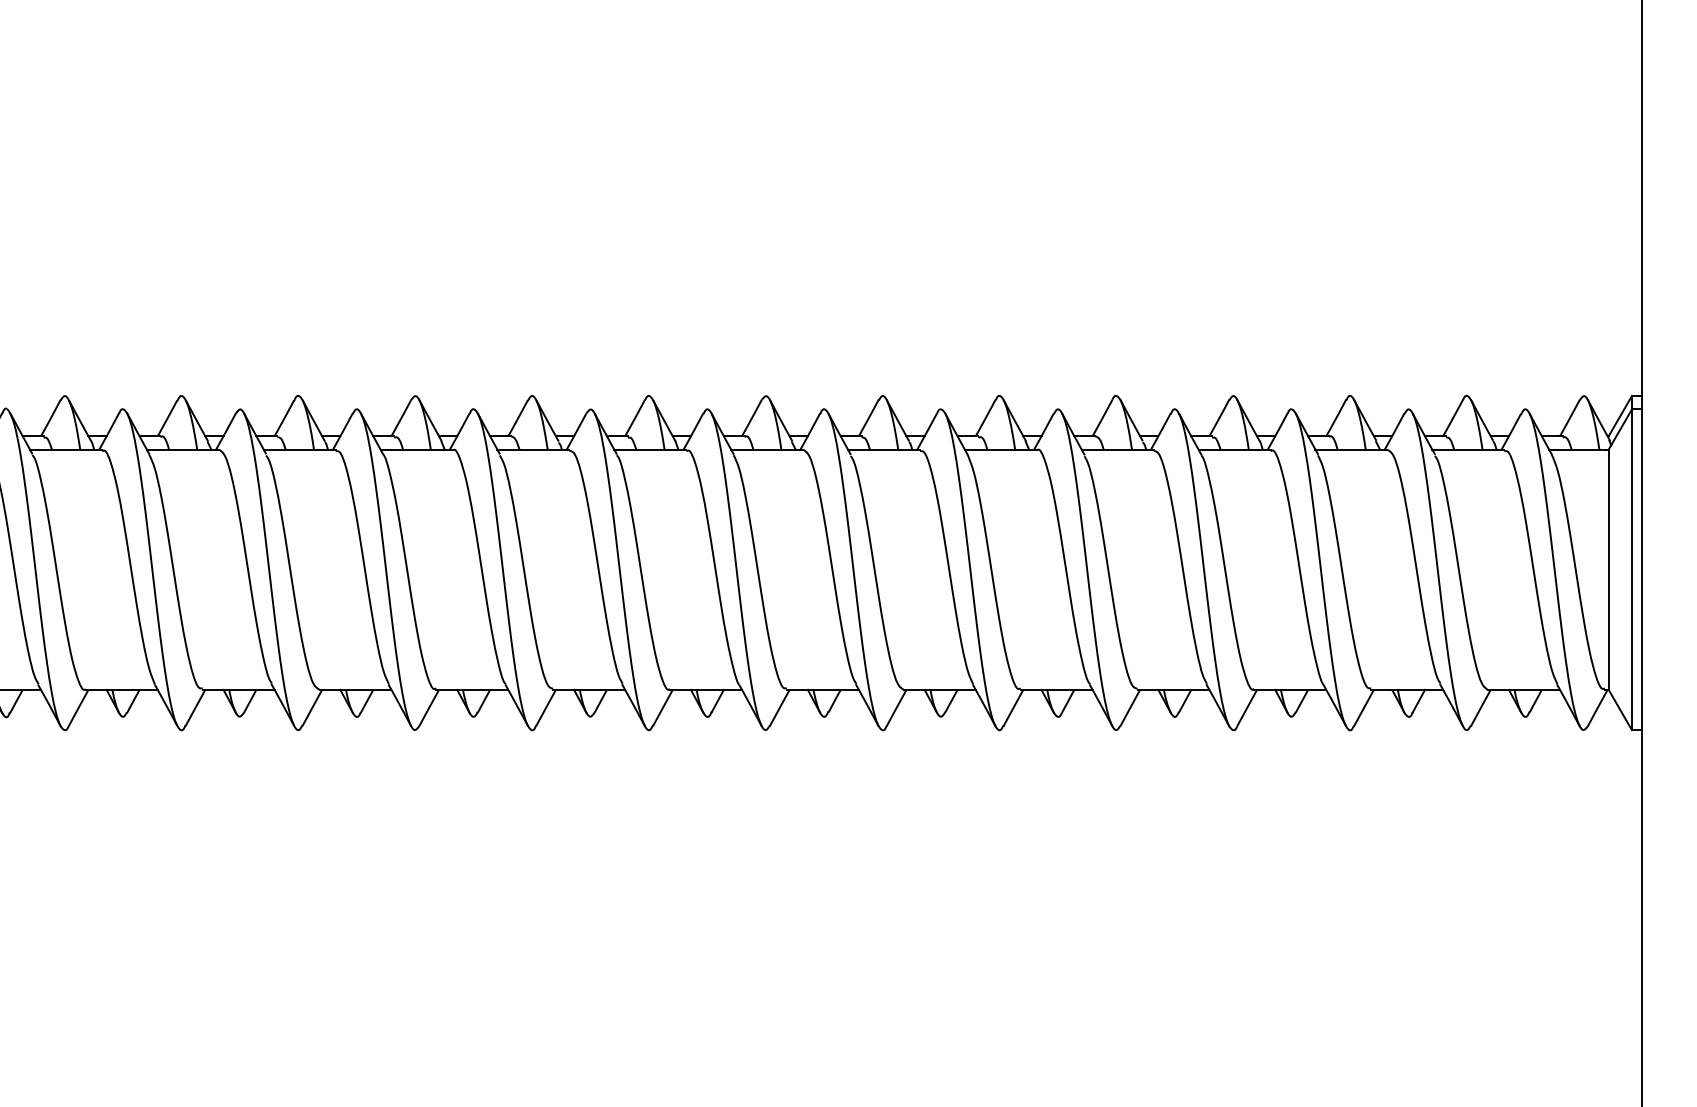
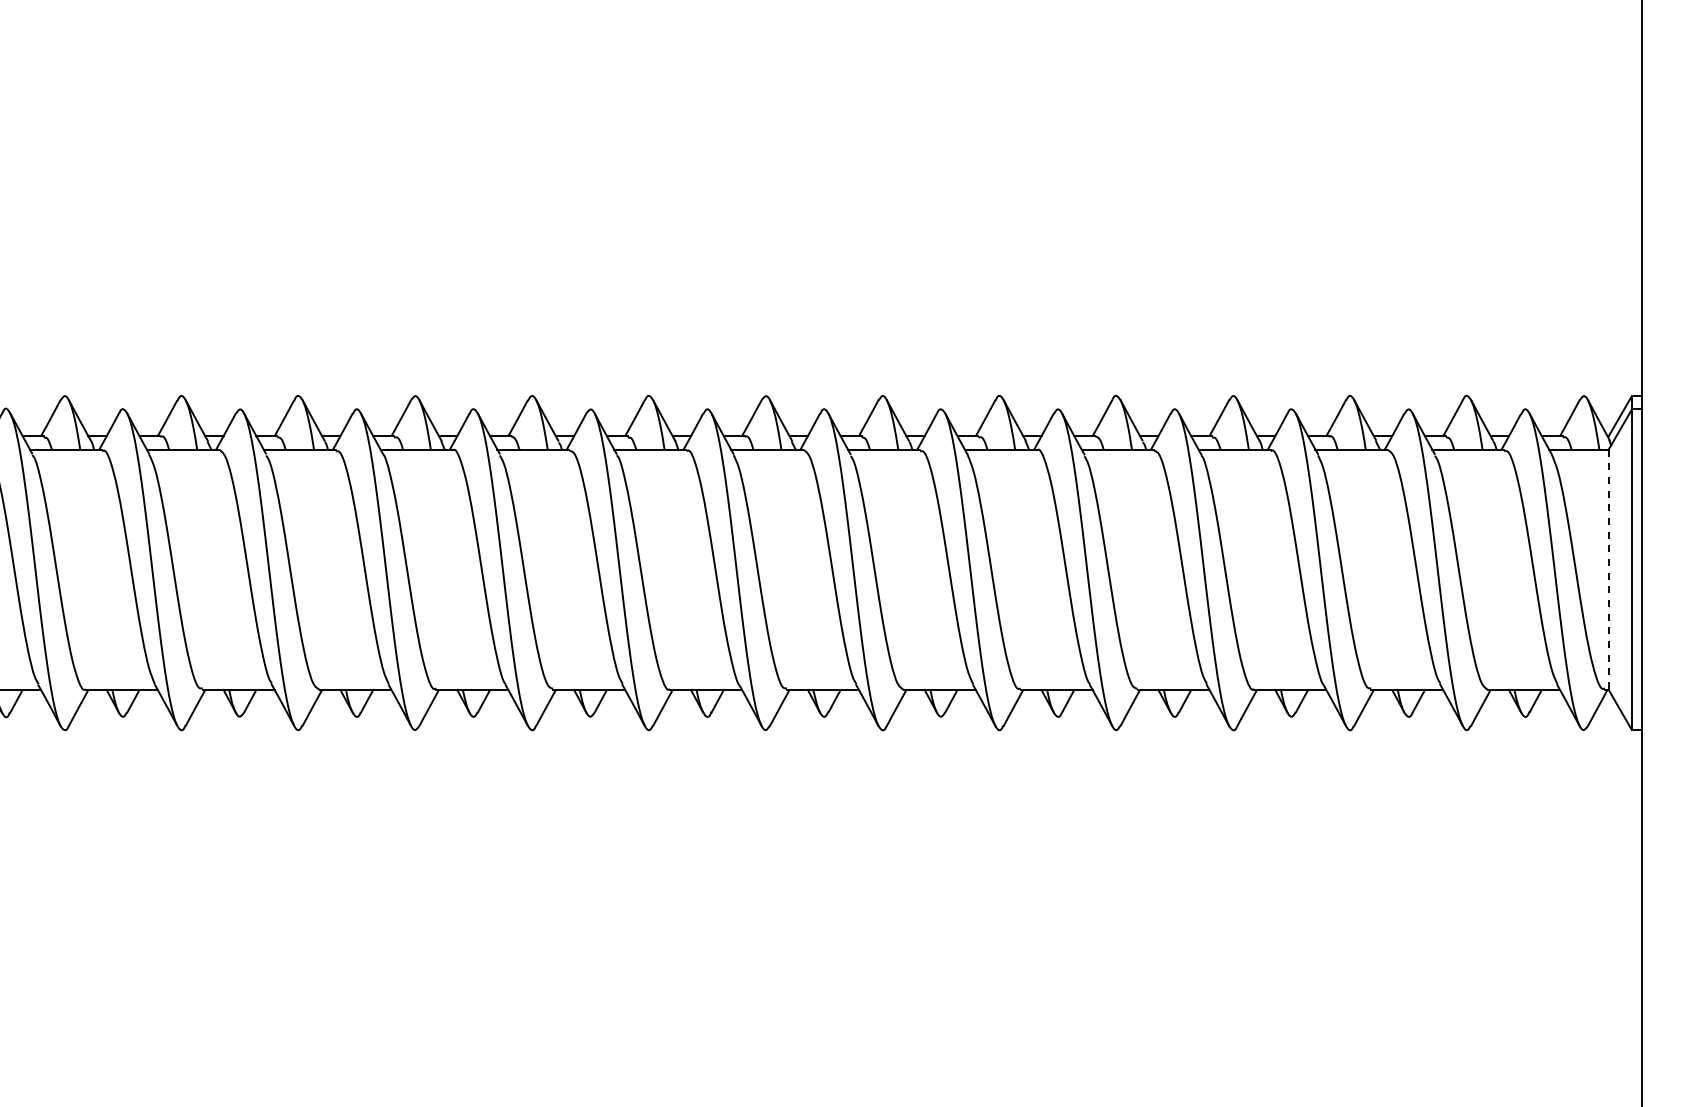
line at (1608, 570): solid -> dashed
